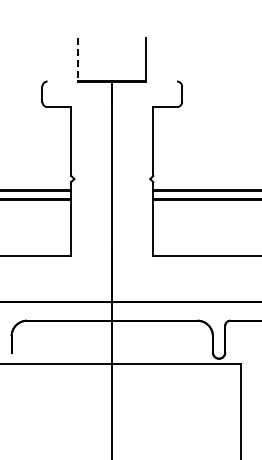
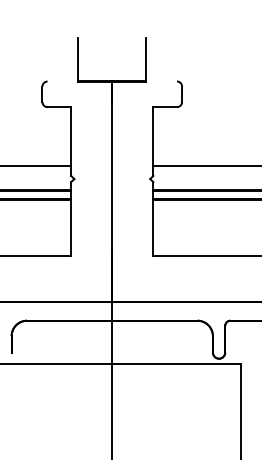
line at (78, 59): dashed -> solid
line at (36, 165): none -> present
line at (205, 165): none -> present
